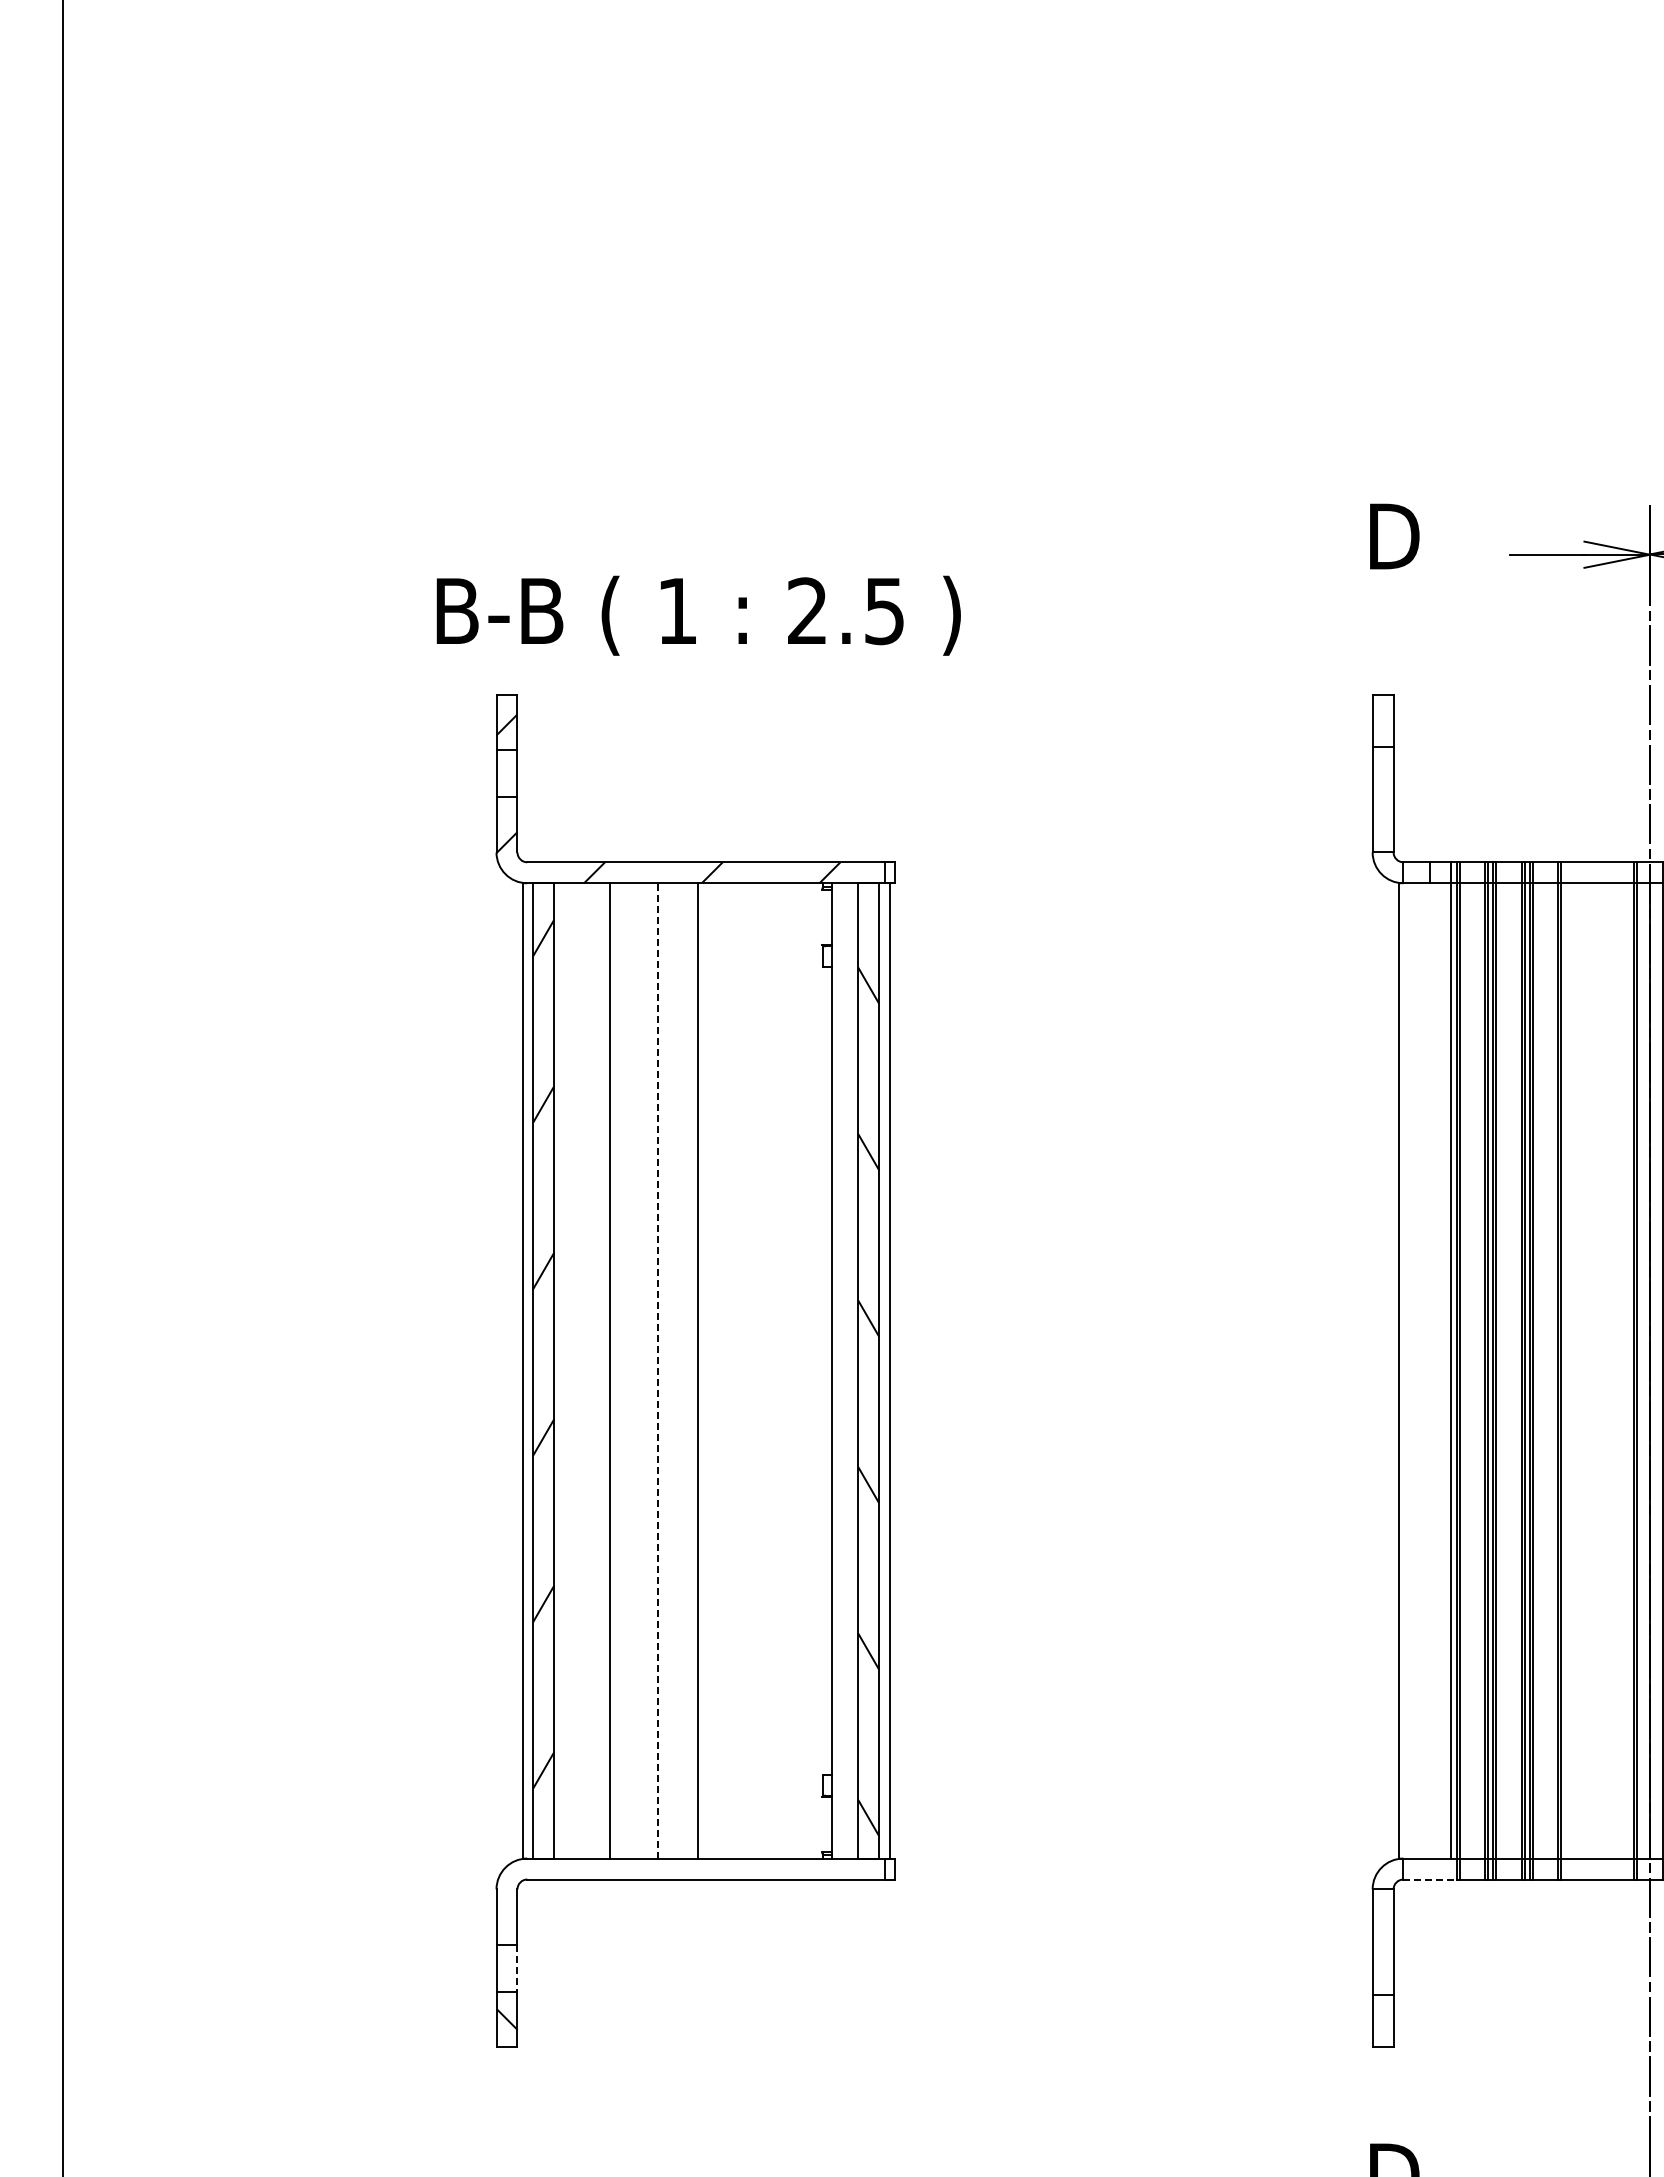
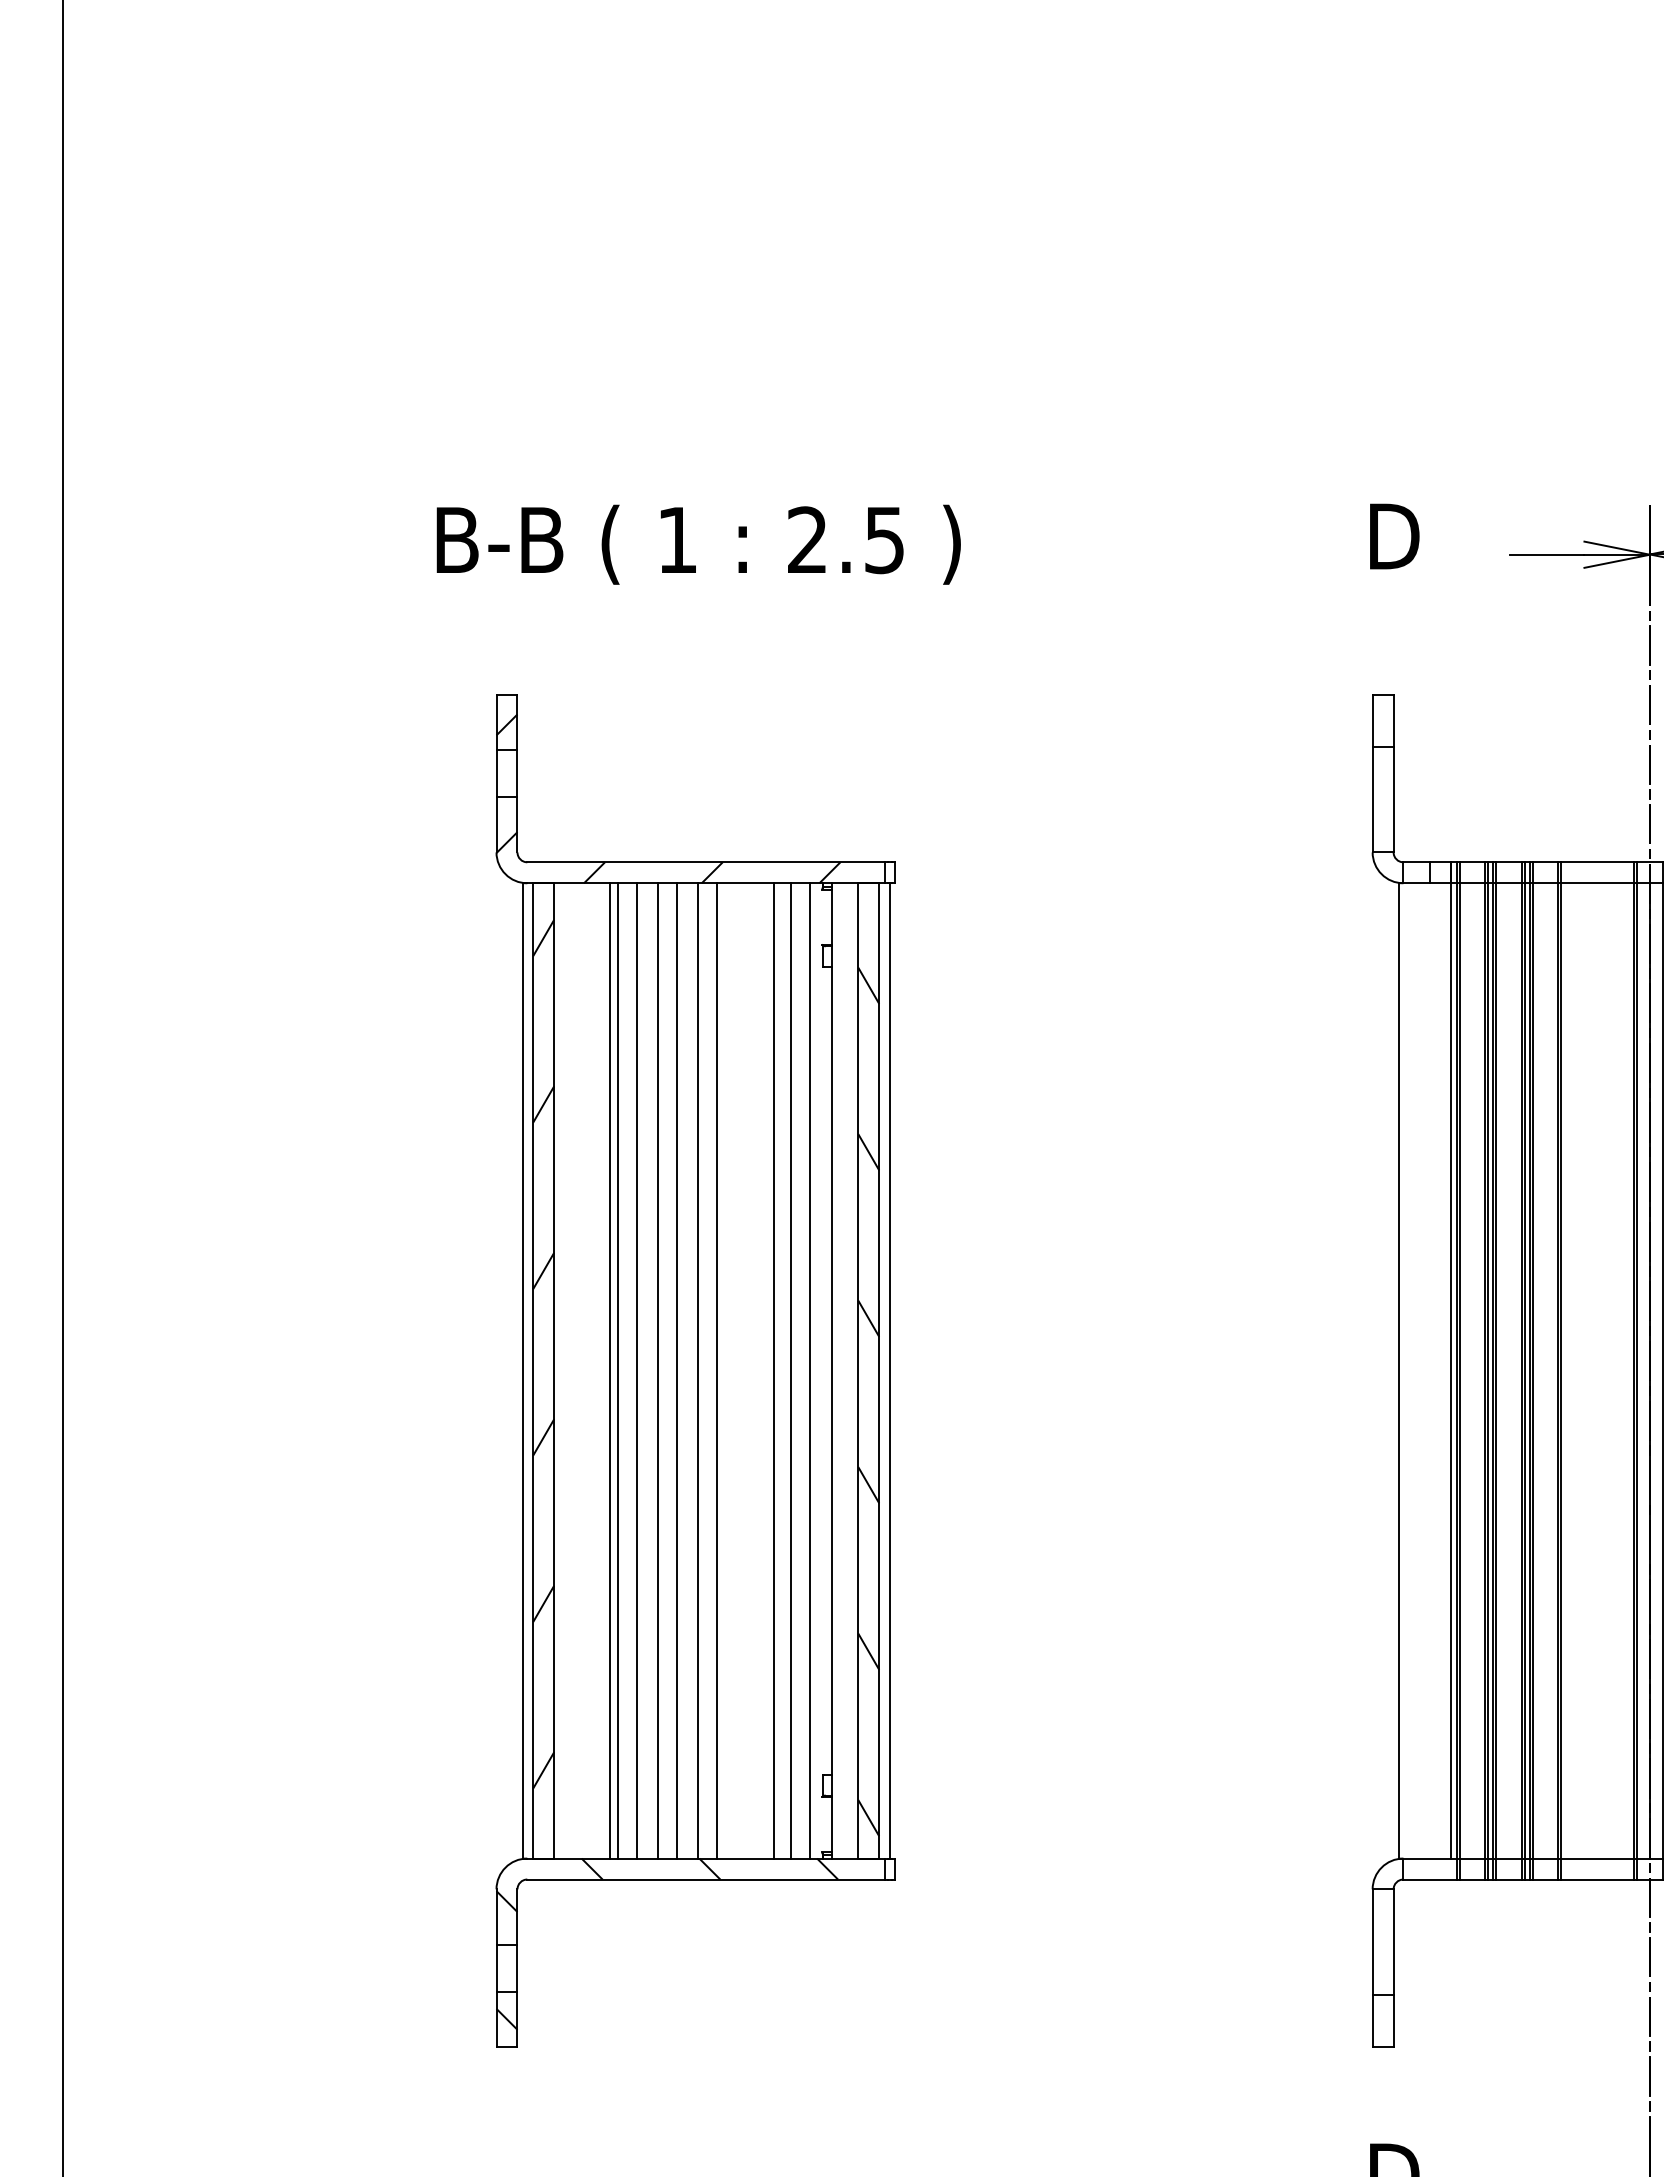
text at (698, 615) position: (698, 615) -> (698, 544)
line at (618, 1370): none -> present
line at (637, 1370): none -> present
line at (658, 1370): dashed -> solid
line at (676, 1370): none -> present
line at (716, 1370): none -> present
line at (773, 1370): none -> present
line at (790, 1370): none -> present
line at (809, 1370): none -> present
line at (1429, 1879): dashed -> solid
hatch at (667, 1885): none -> present
line at (517, 1968): dashed -> solid
